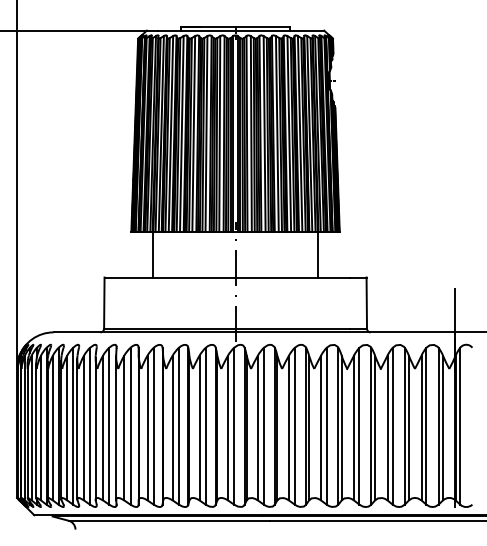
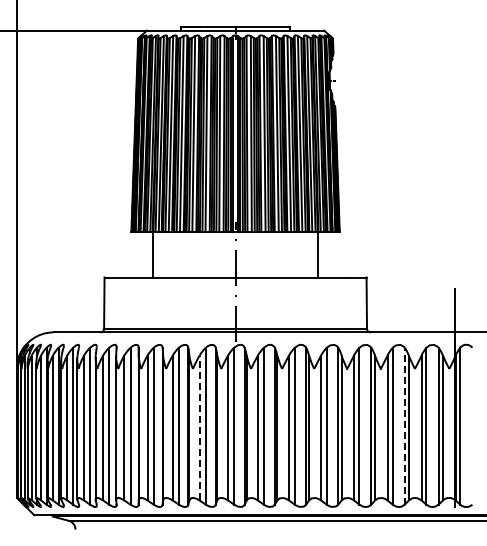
line at (404, 425): solid -> dashed
line at (199, 427): solid -> dashed
